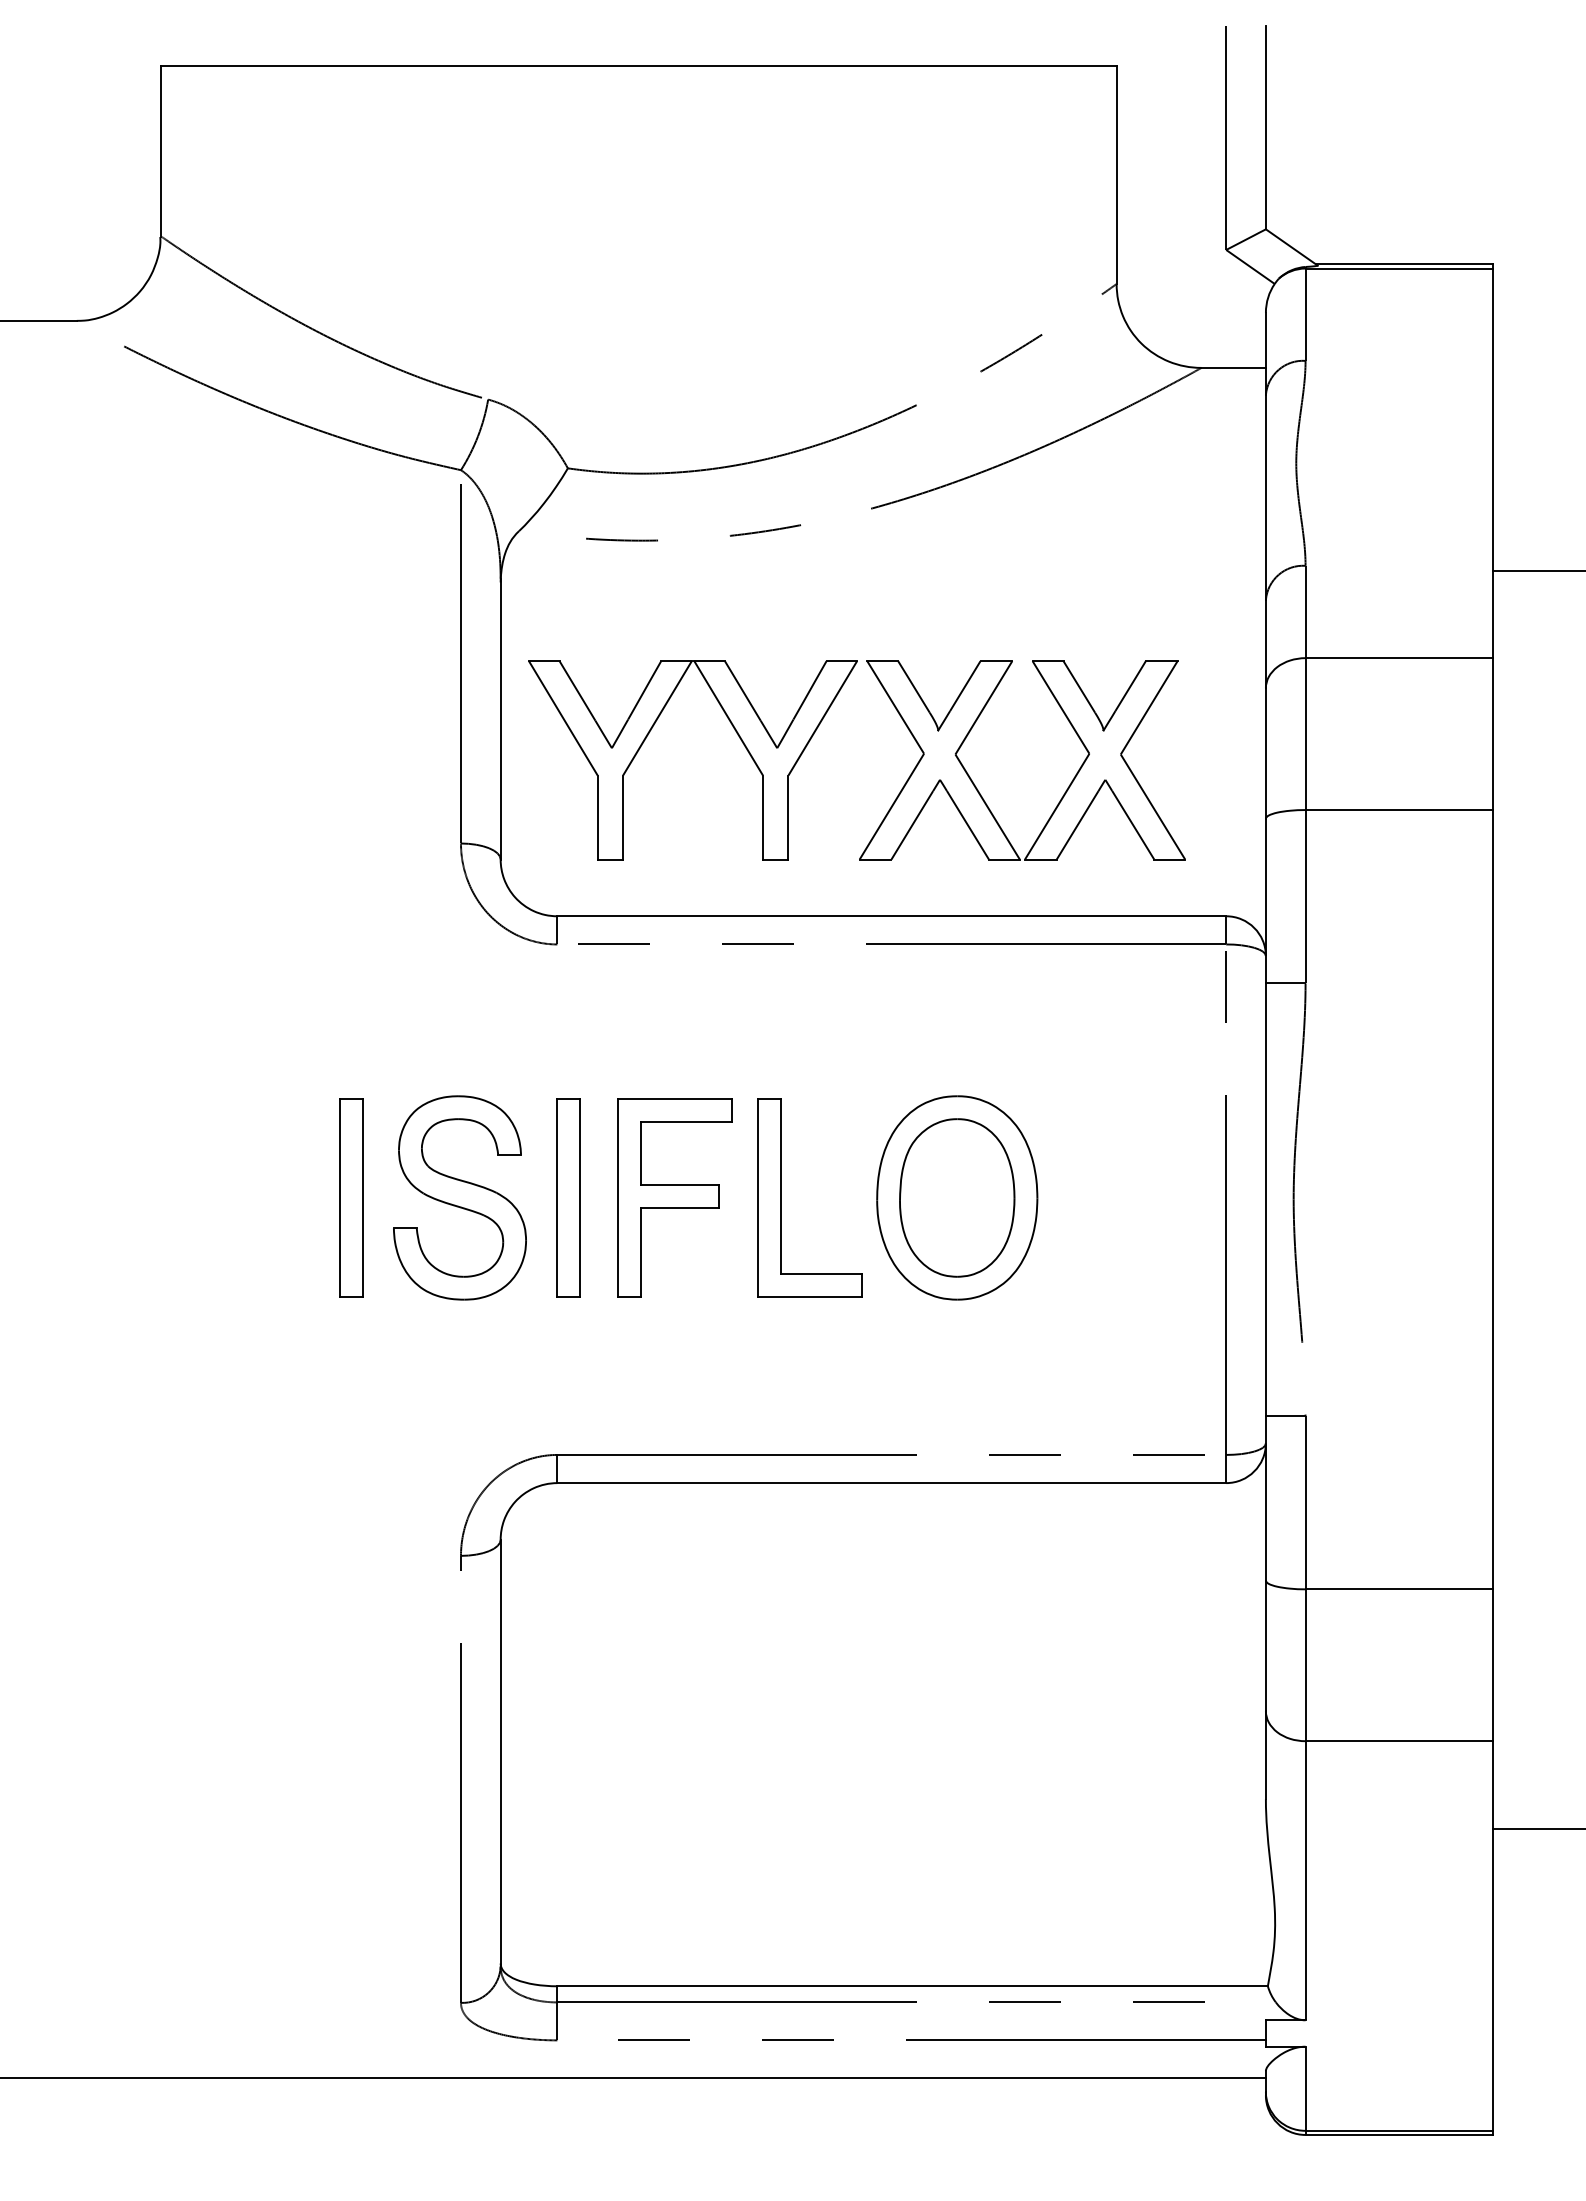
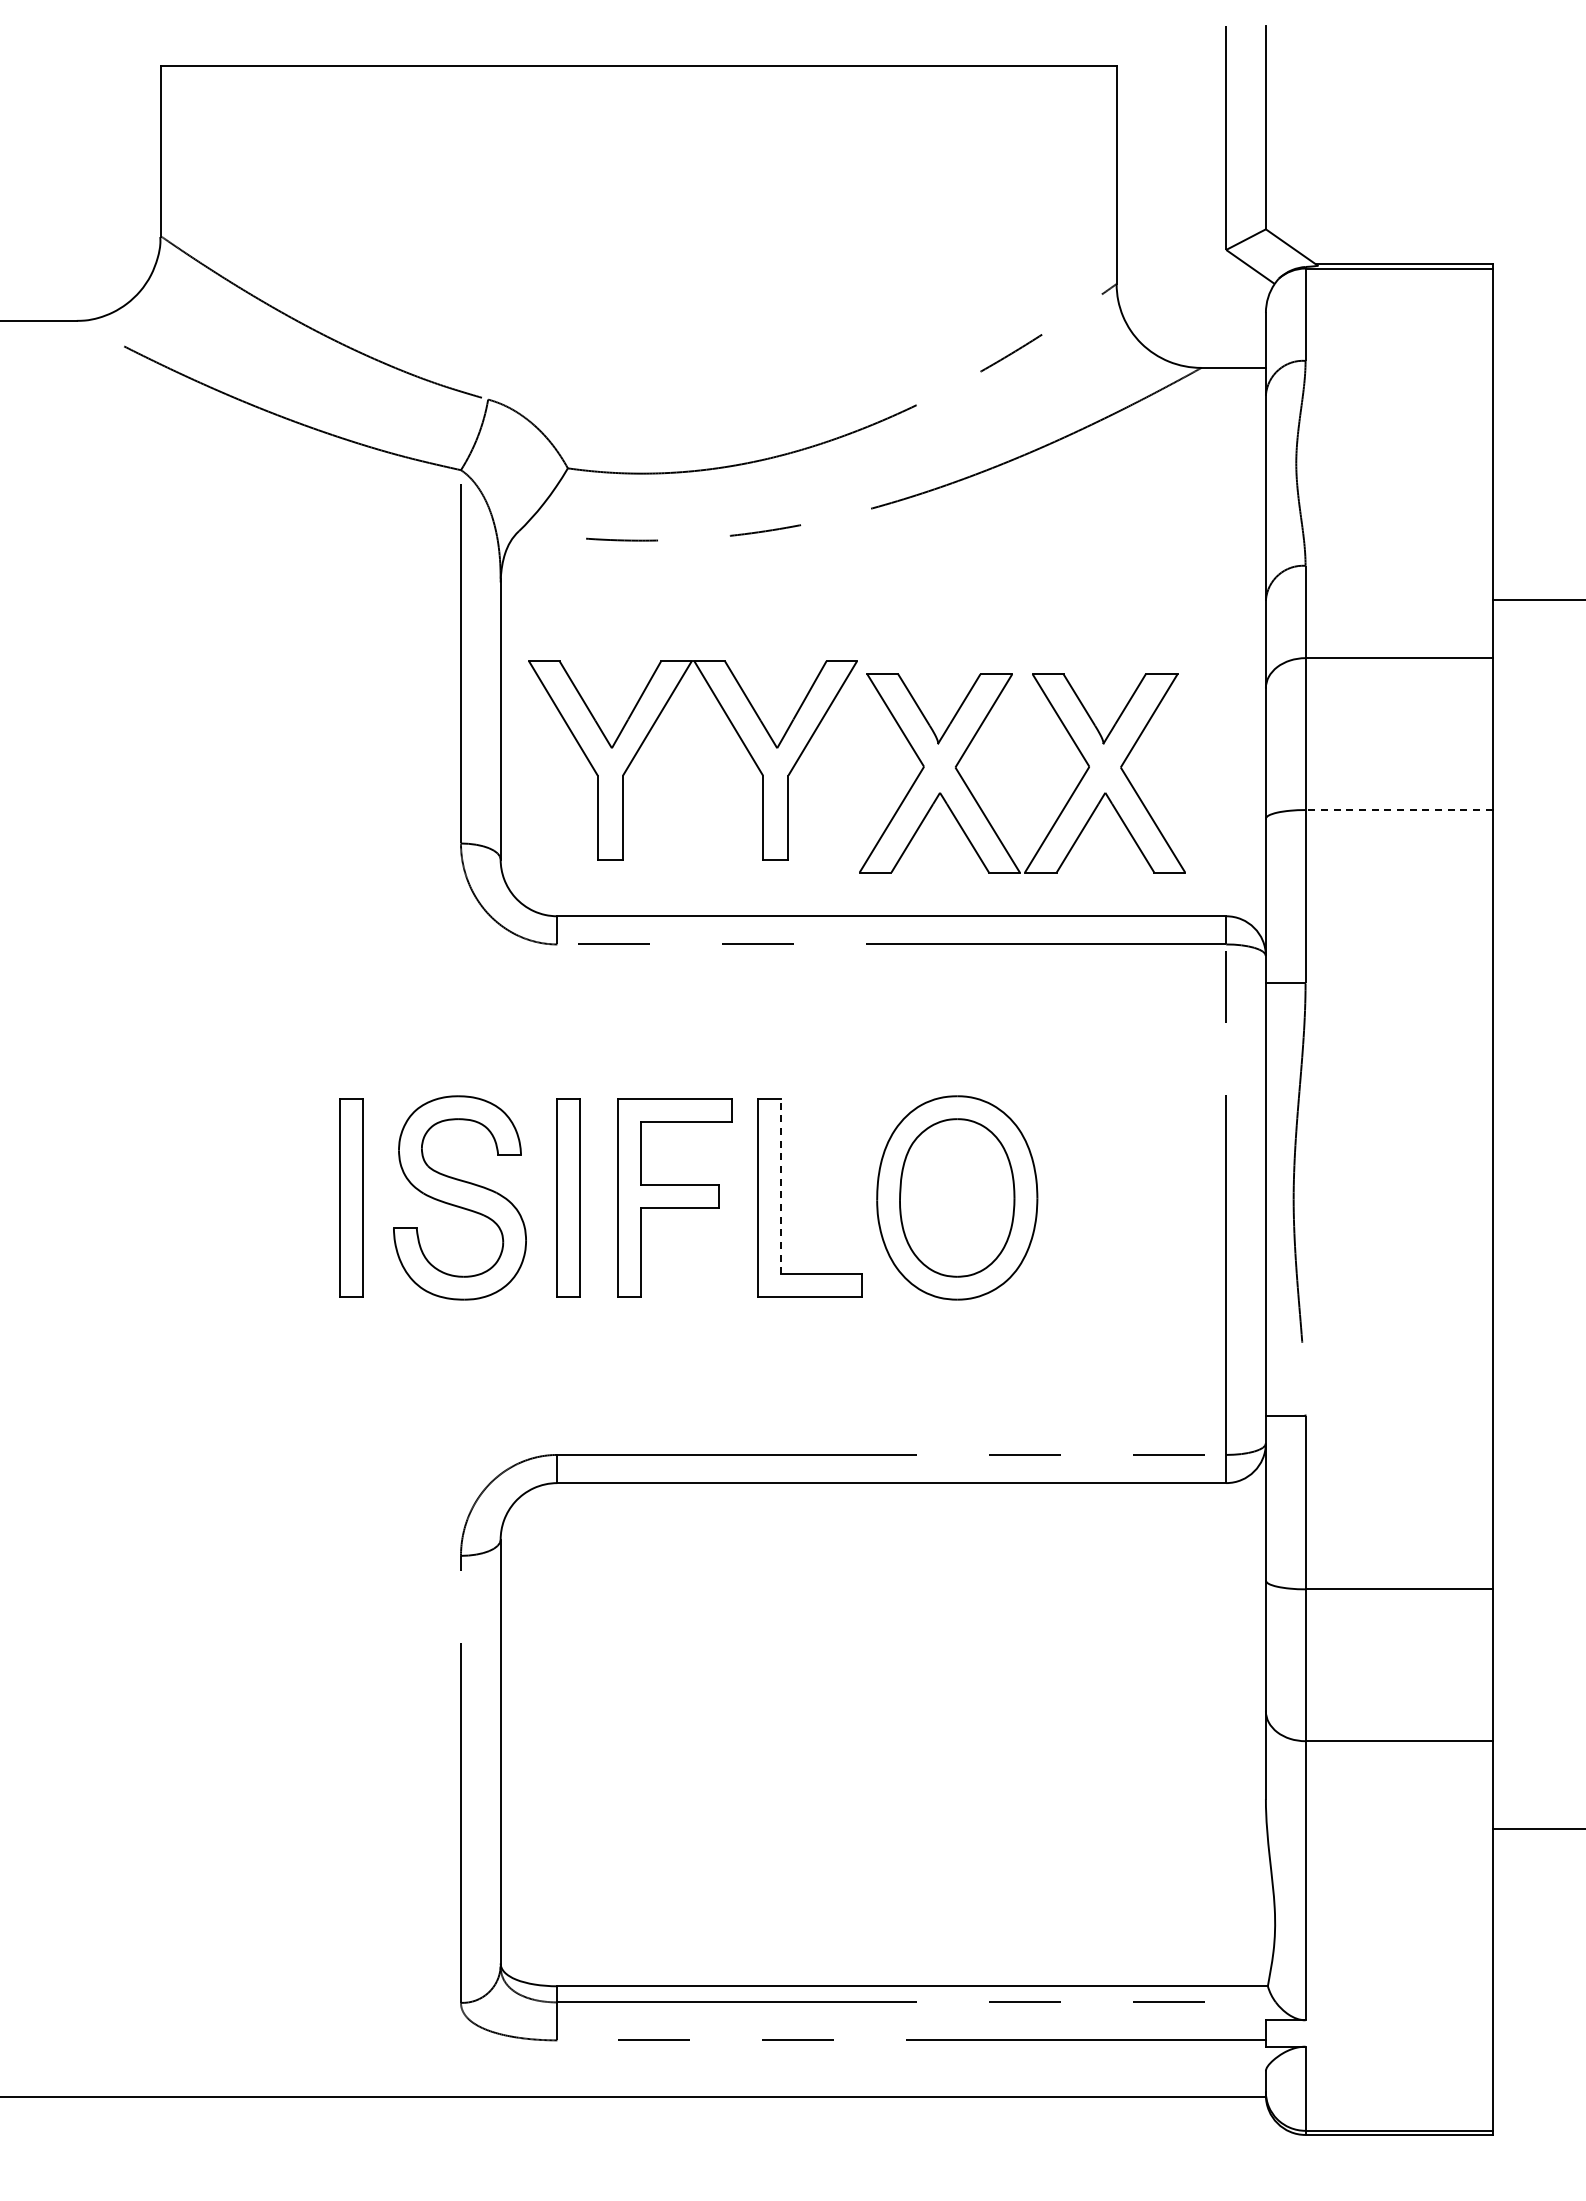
line at (1537, 570) position: (1537, 570) -> (1537, 599)
part at (1067, 787) position: (1067, 787) -> (1067, 800)
line at (1399, 810): solid -> dashed
line at (780, 1186): solid -> dashed
line at (633, 2078) position: (633, 2078) -> (633, 2097)
